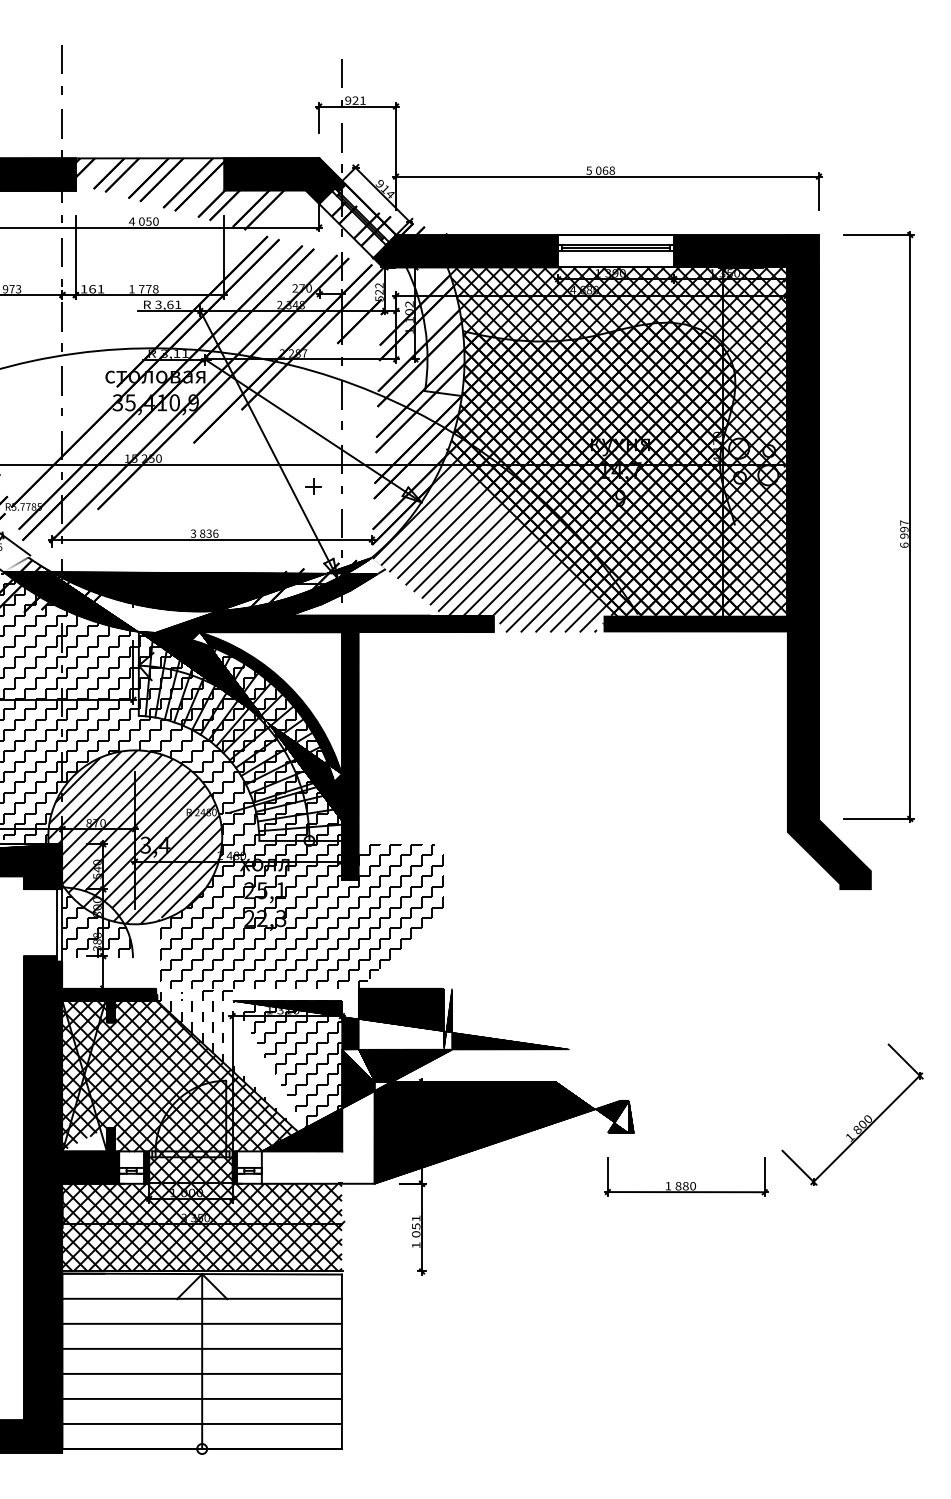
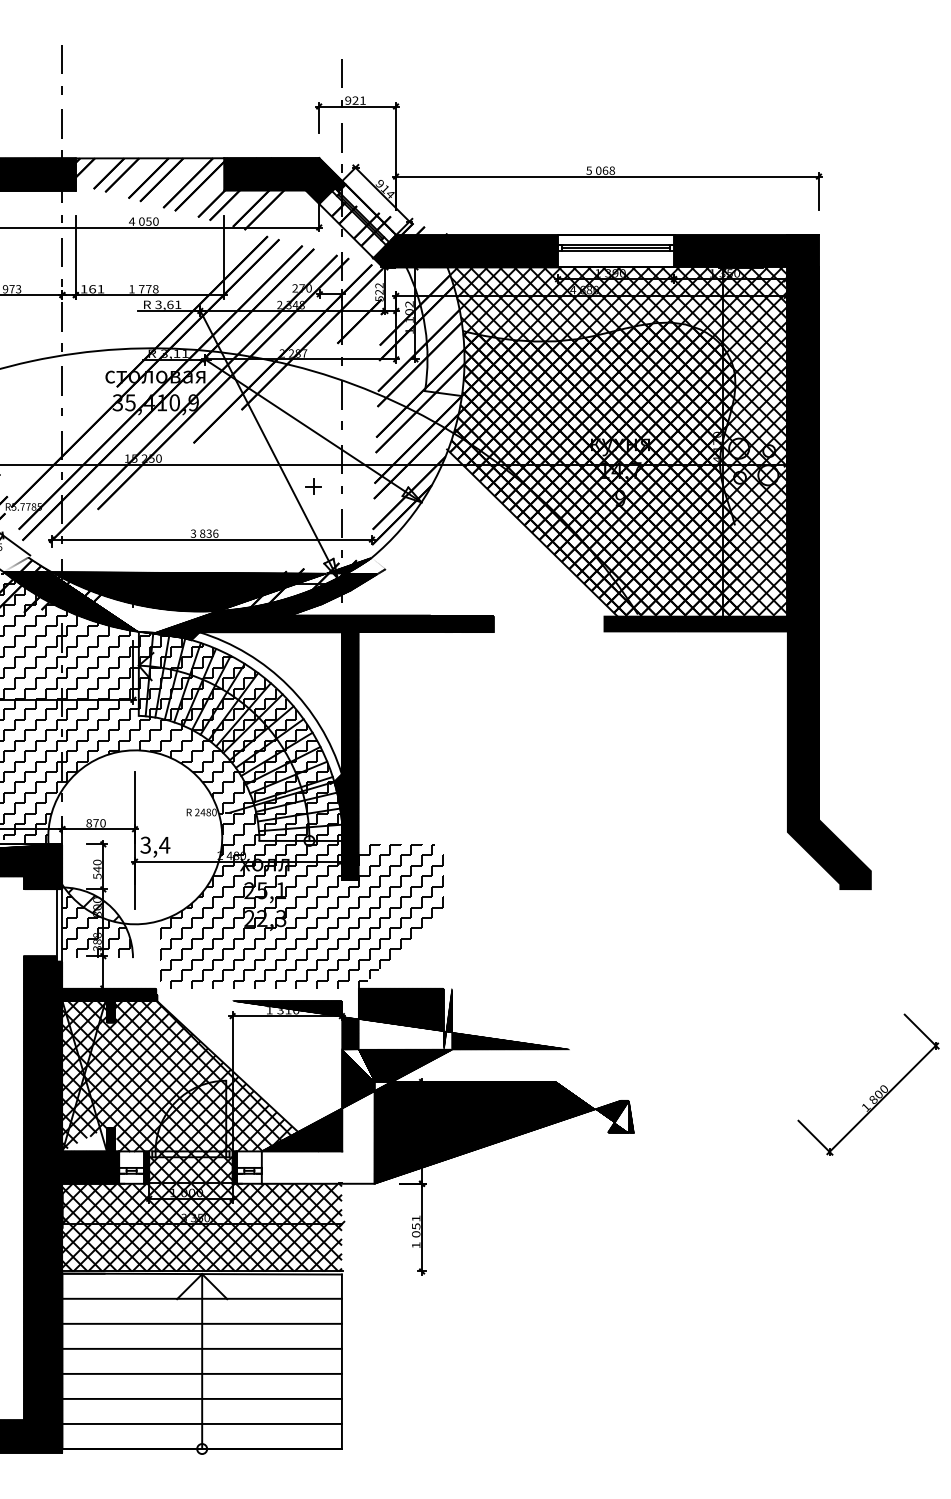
part at (900, 525): present -> none
hatch at (492, 542): present -> none
hatch at (240, 726): present -> none
hatch at (135, 837): present -> none
hatch at (249, 1070): present -> none
part at (859, 1121) position: (859, 1121) -> (875, 1091)
part at (686, 1176): present -> none
